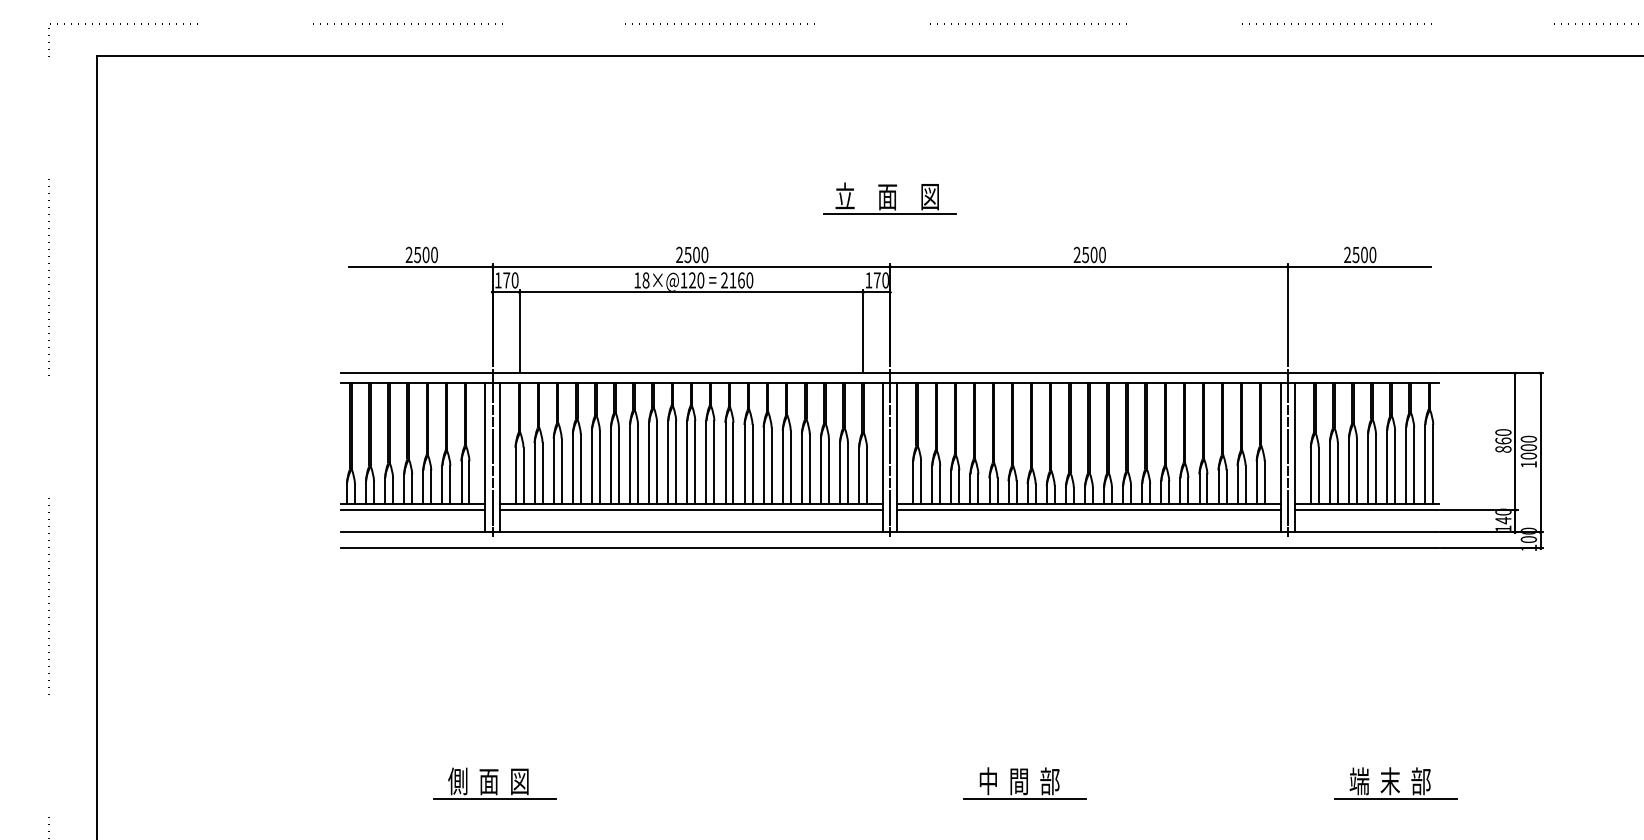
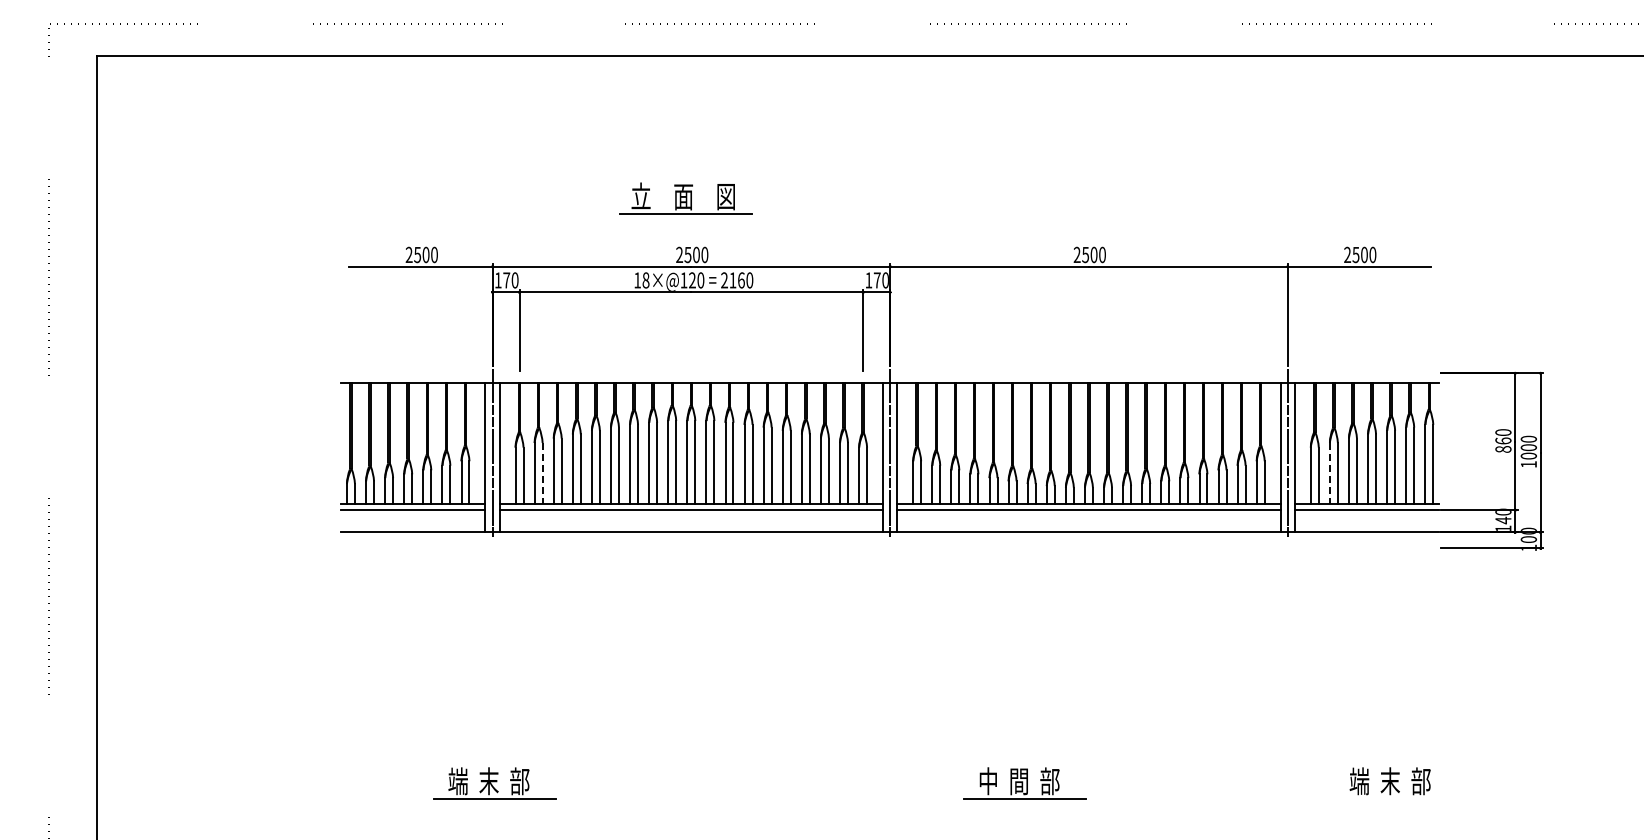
part at (889, 198) position: (889, 198) -> (685, 198)
line at (889, 373): present -> none
line at (542, 473): solid -> dashed
line at (1329, 473): solid -> dashed
line at (889, 548): present -> none
text at (488, 781): 側  面  図 -> 端  末  部
line at (1395, 798): present -> none
